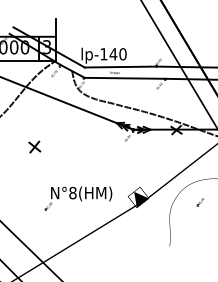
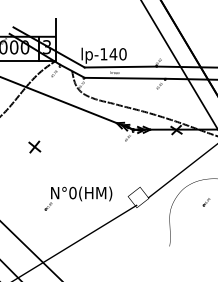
text at (72, 192): N°8(HM) -> N°0(HM)
fill at (141, 199): present -> none
part at (200, 202) position: (200, 202) -> (206, 202)
